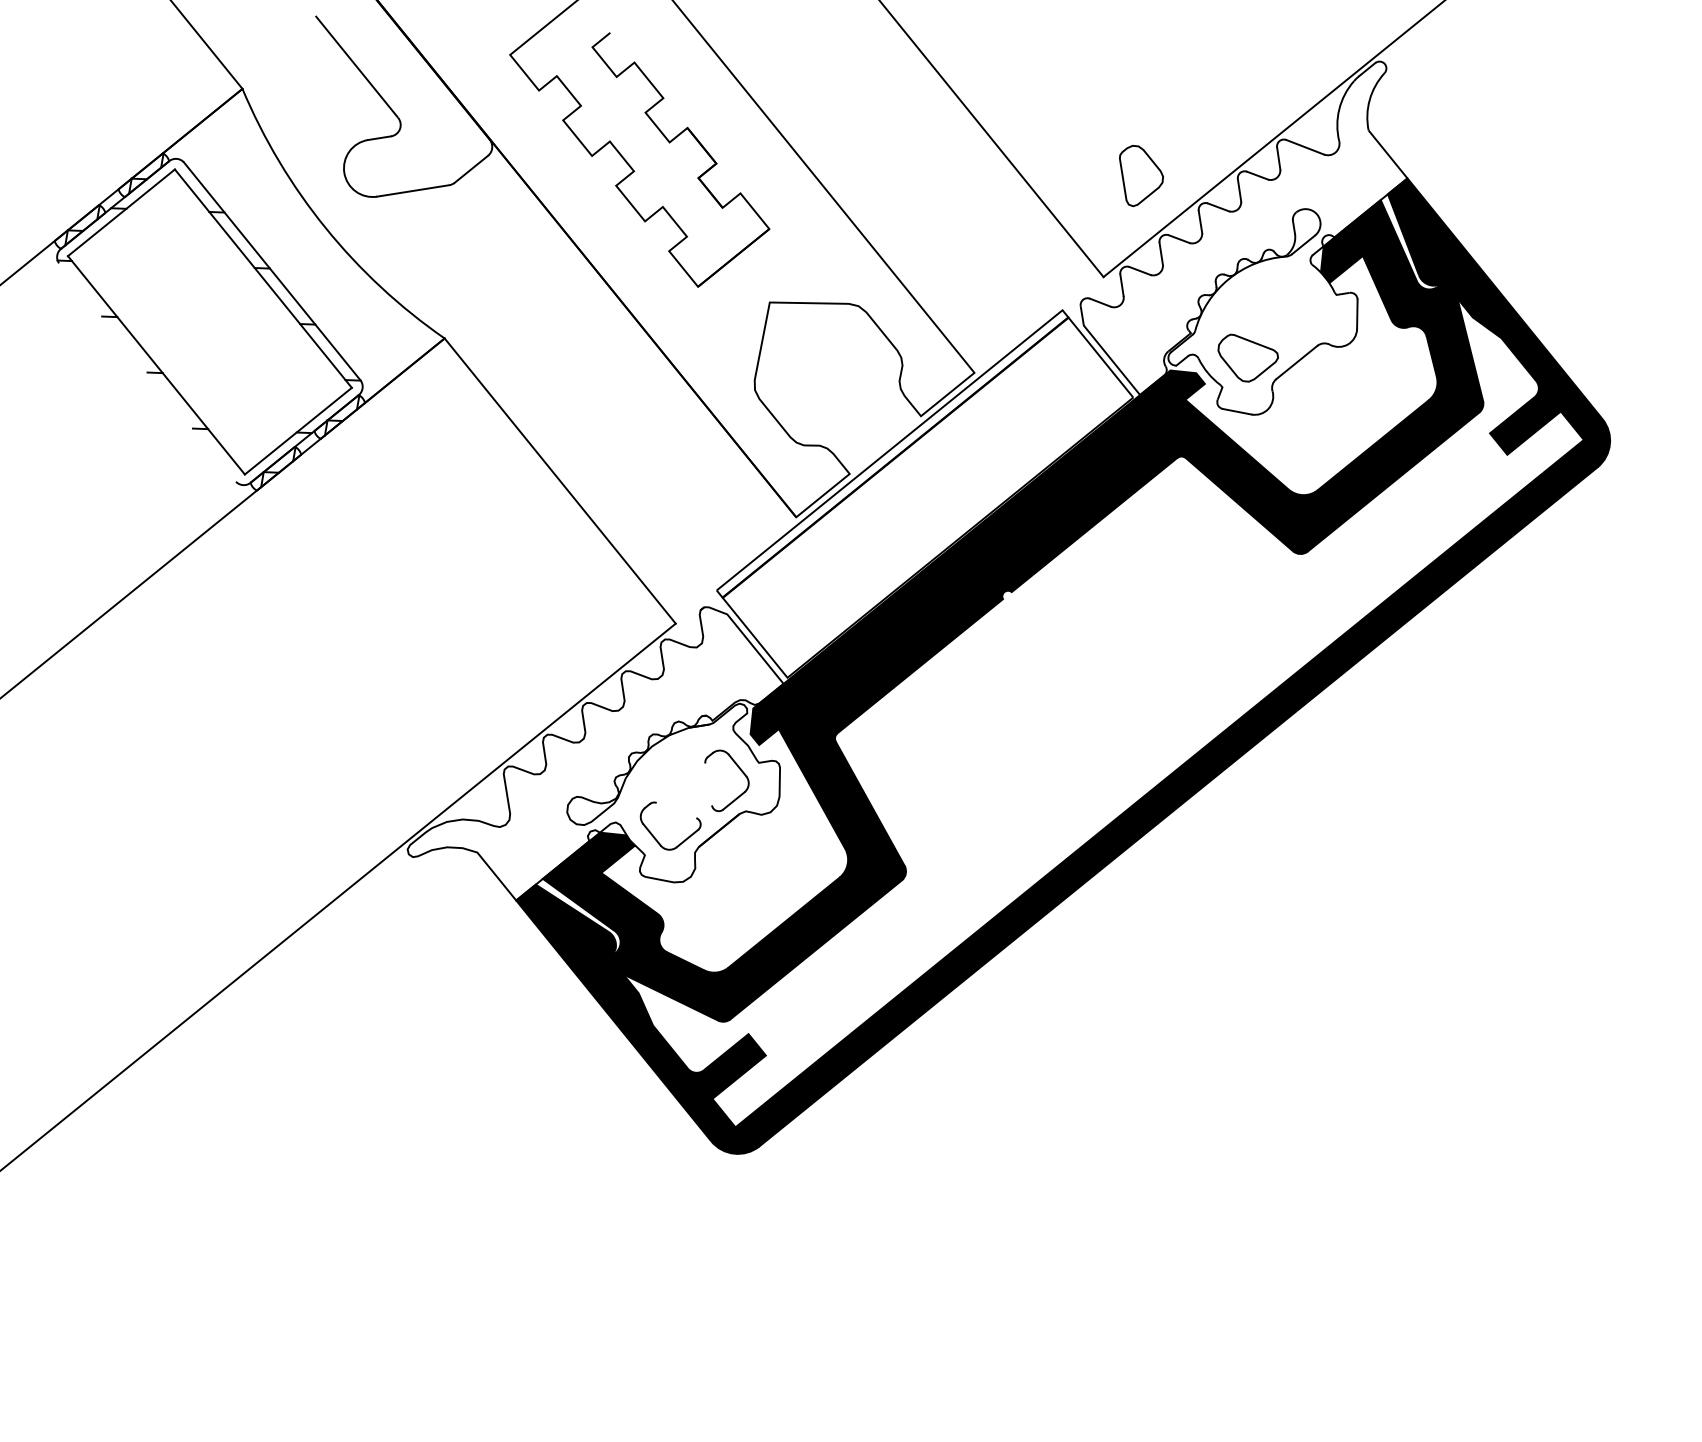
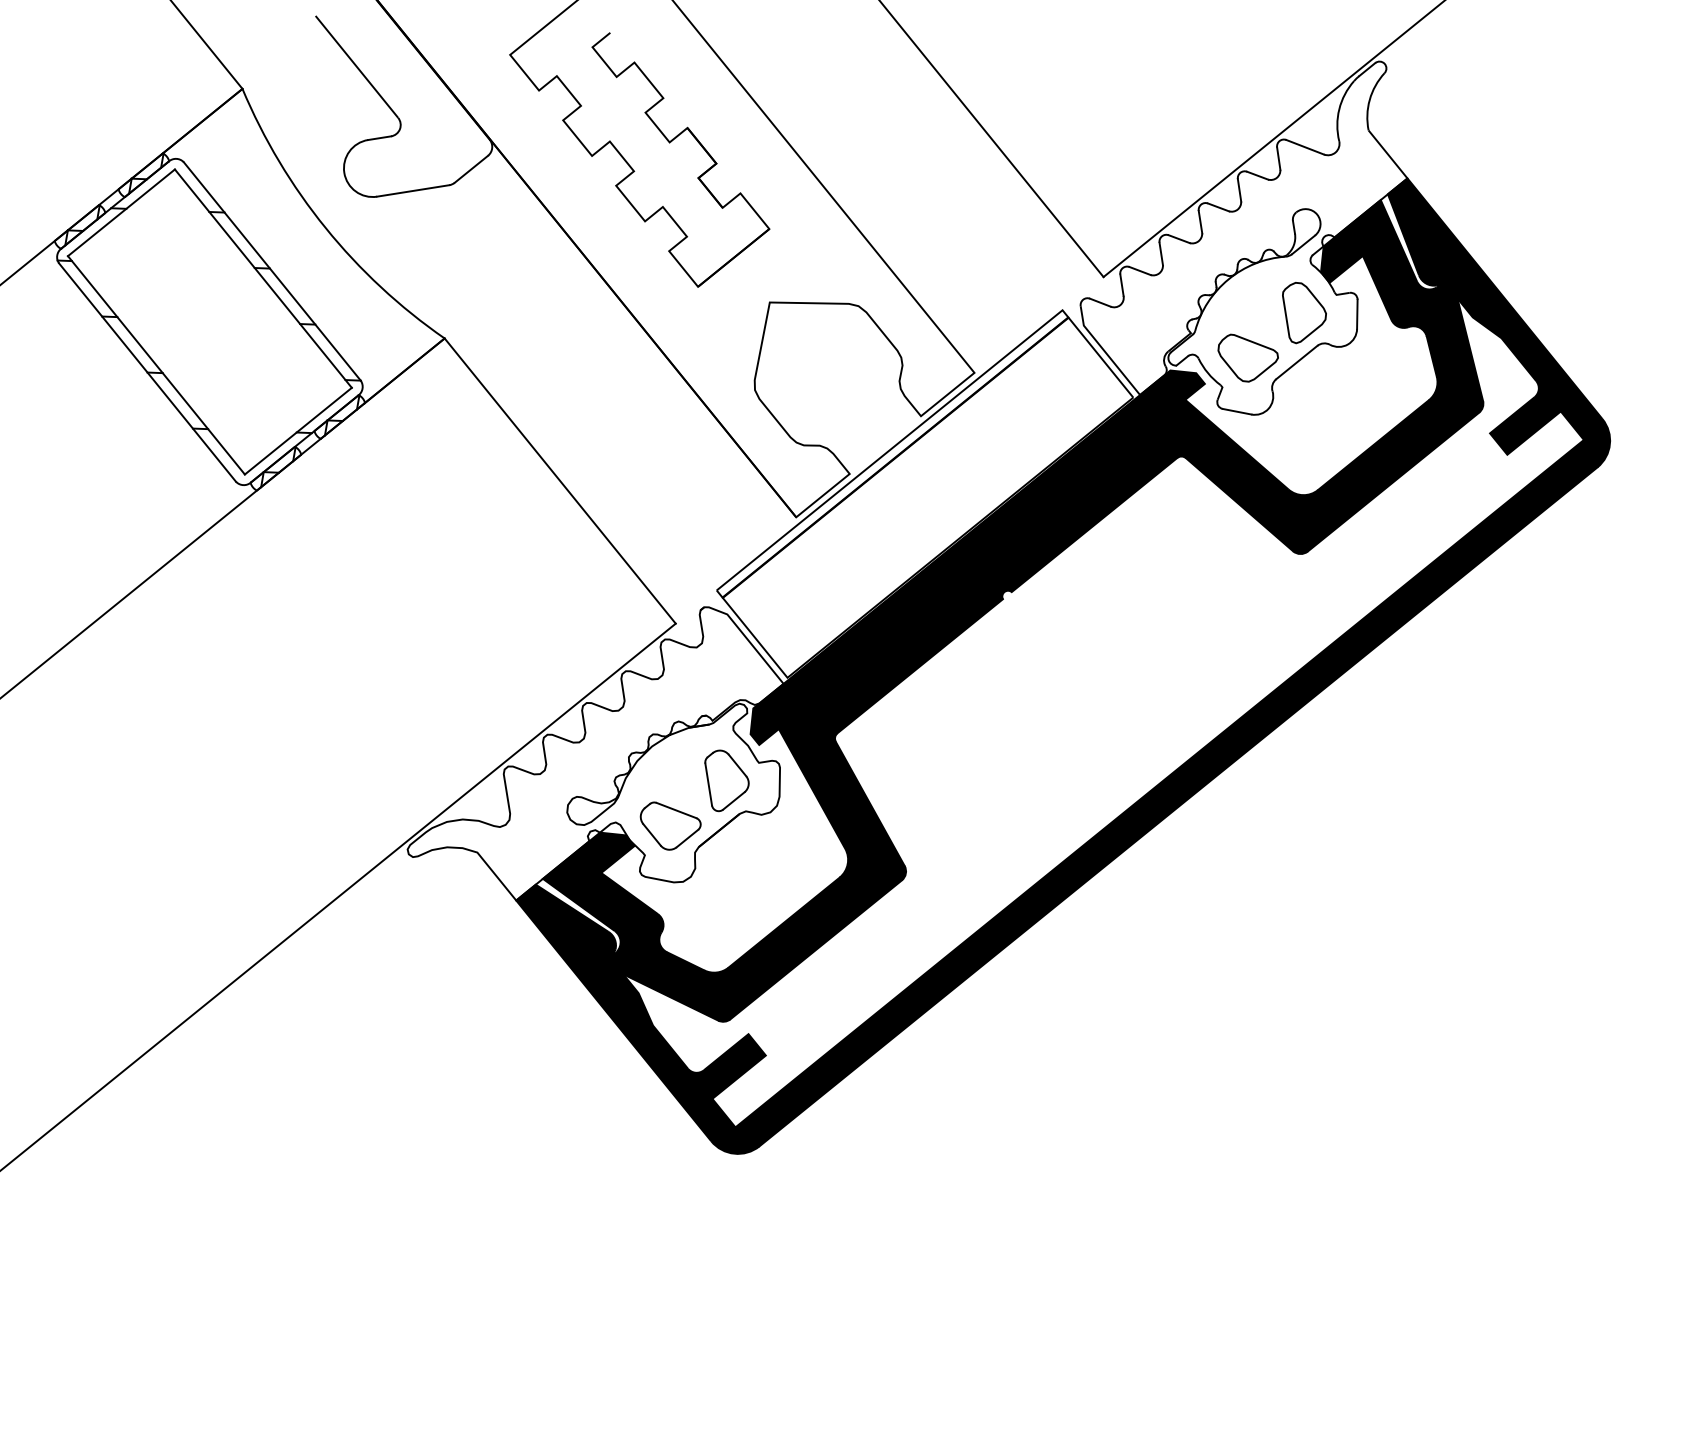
part at (1141, 176) position: (1141, 176) -> (1304, 313)
line at (147, 372): none -> present
line at (708, 784): none -> present
line at (676, 810): none -> present
